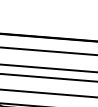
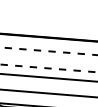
line at (49, 51): solid -> dashed
line at (49, 68): solid -> dashed
